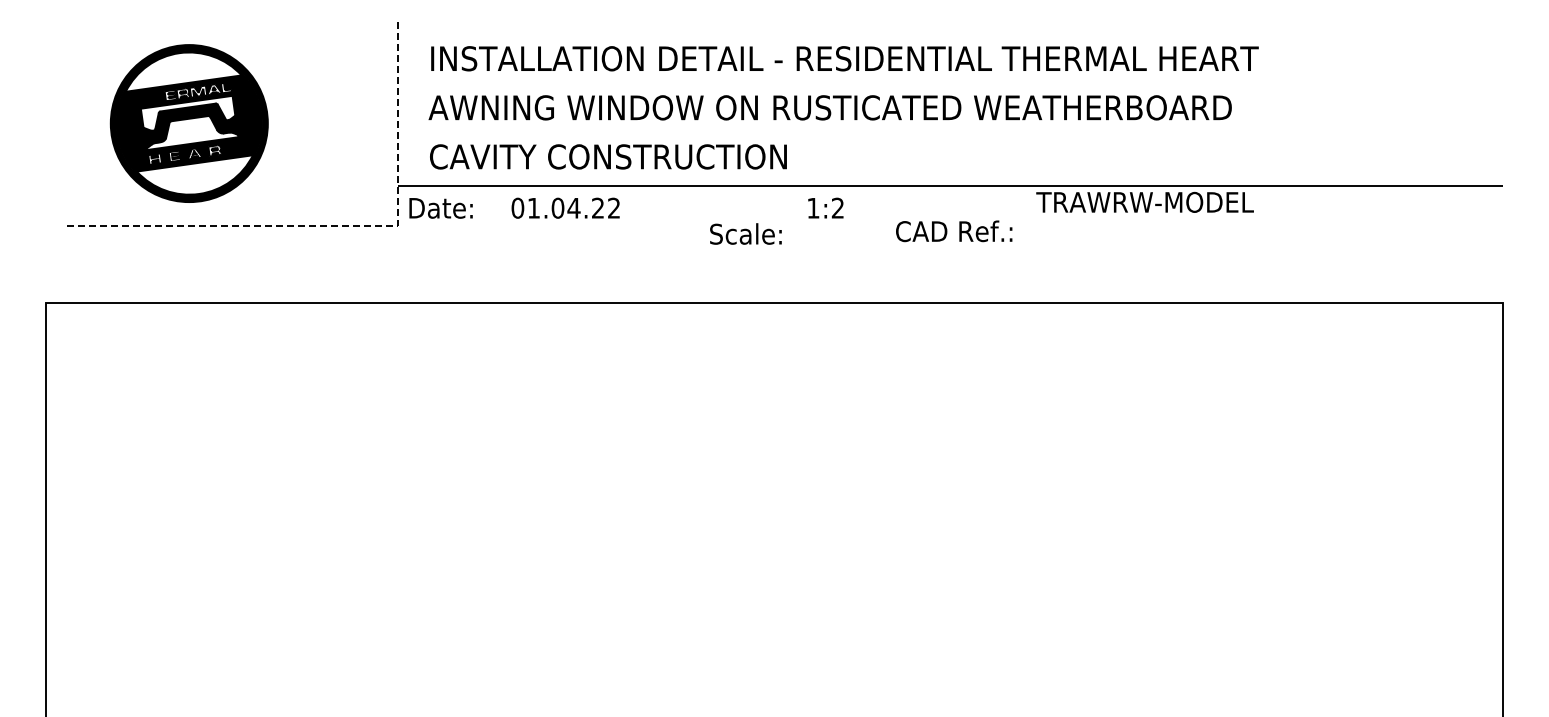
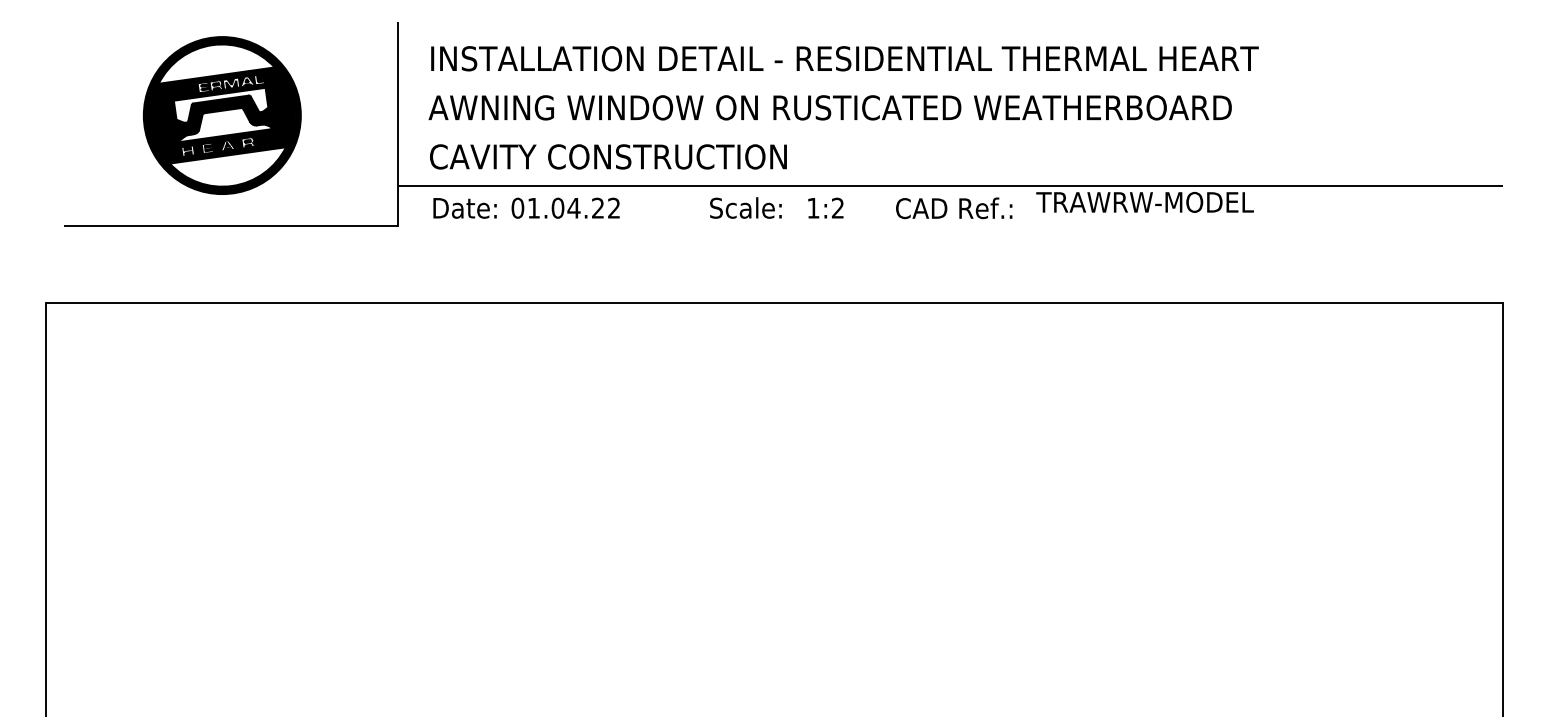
part at (188, 123) position: (188, 123) -> (221, 115)
text at (440, 208) position: (440, 208) -> (464, 208)
line at (334, 225): dashed -> solid
text at (954, 231) position: (954, 231) -> (954, 208)
text at (745, 233) position: (745, 233) -> (745, 207)
